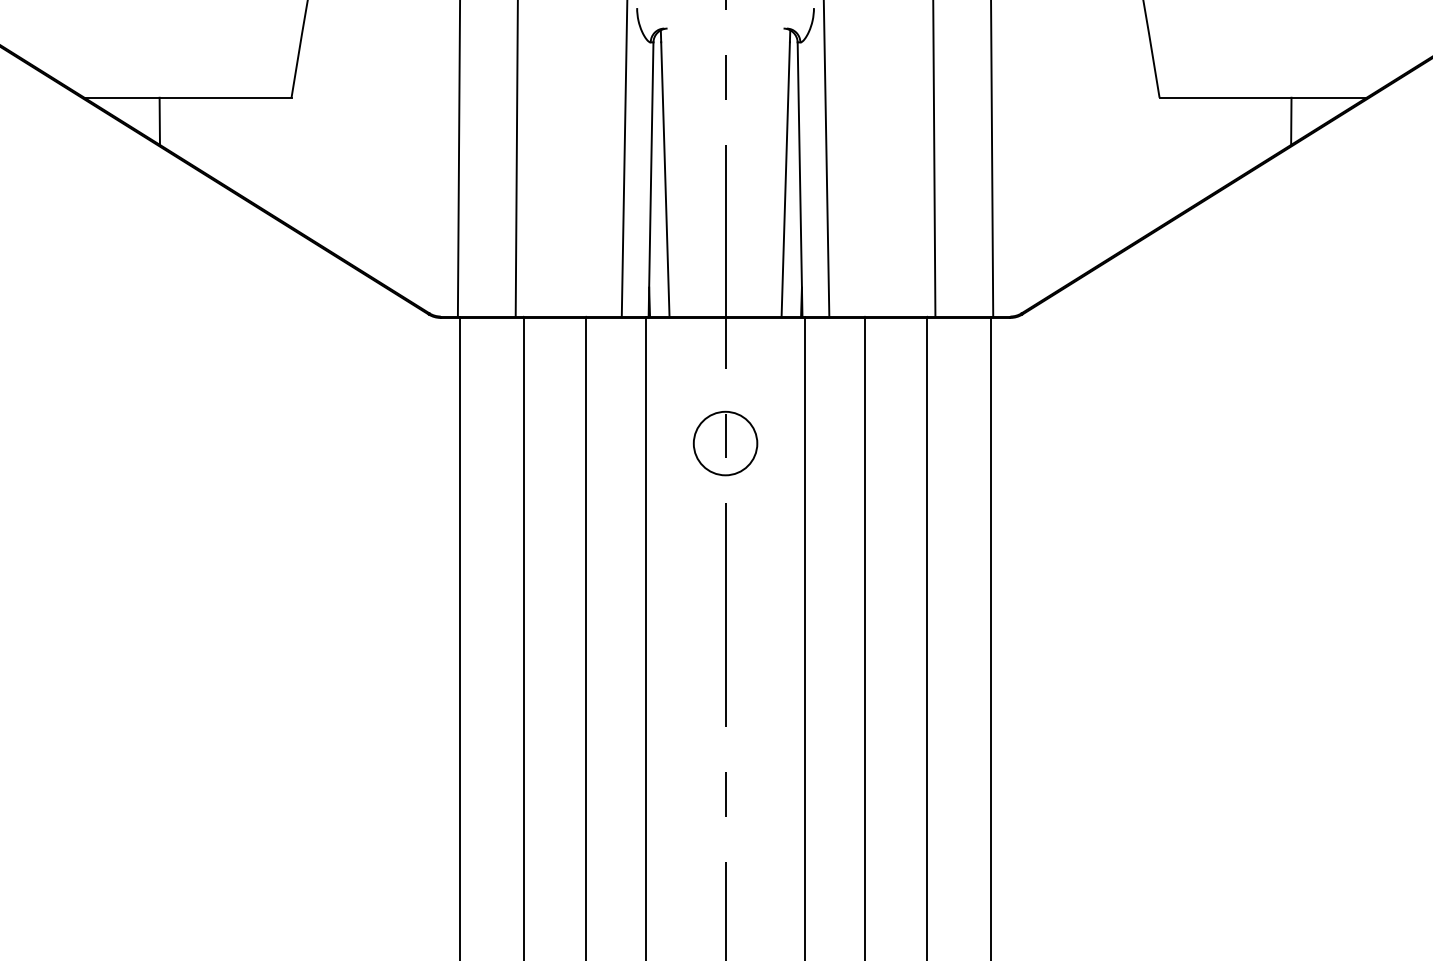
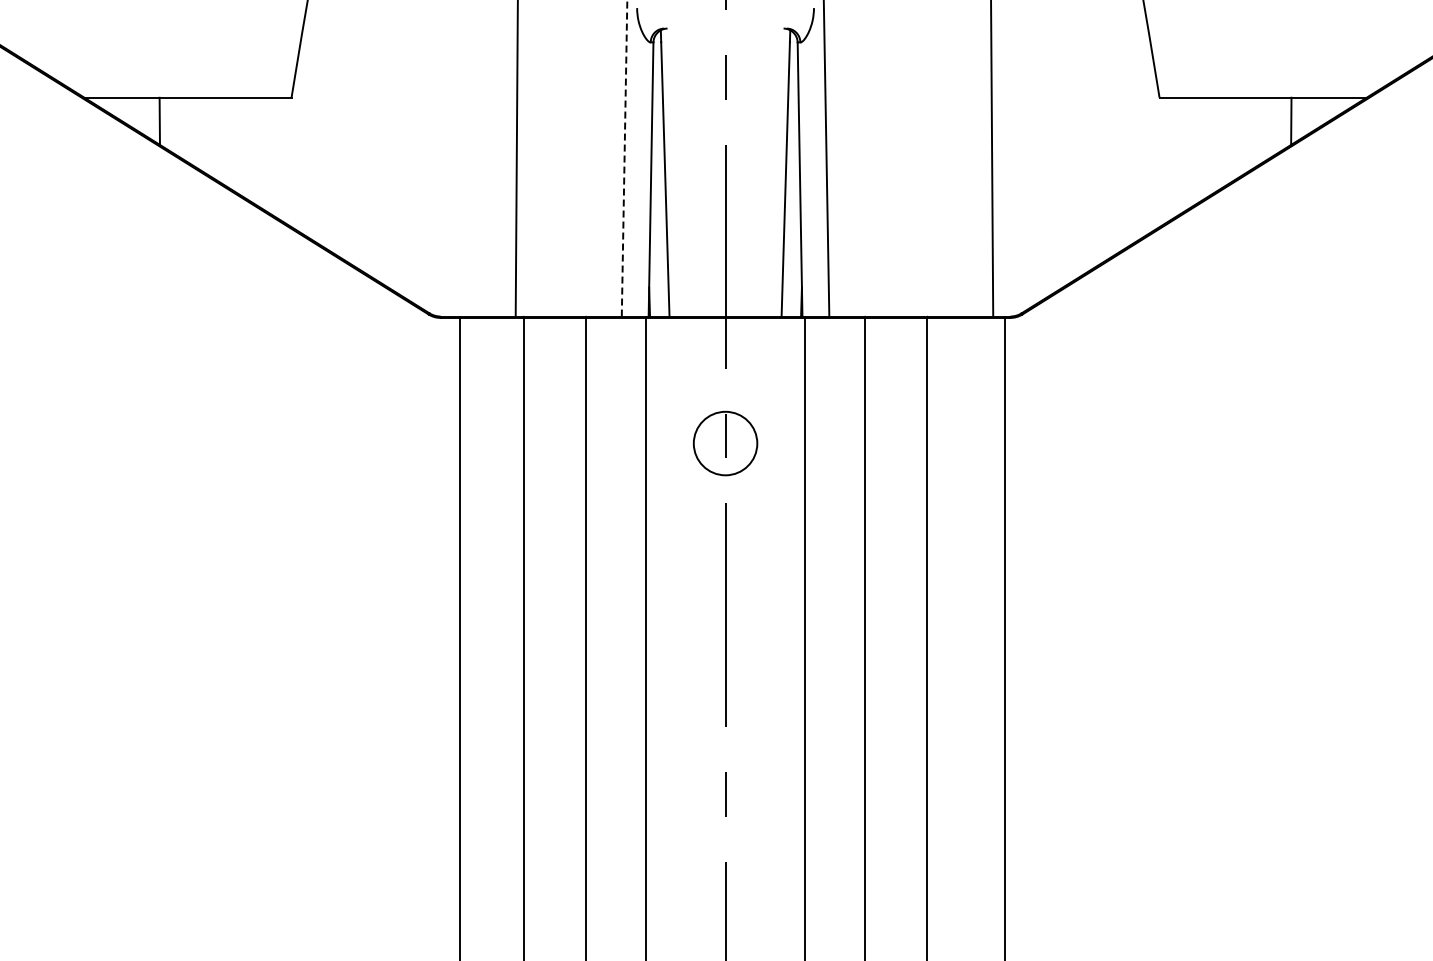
line at (624, 158): solid -> dashed
line at (458, 159): present -> none
line at (934, 159): present -> none
line at (990, 636) position: (990, 636) -> (1004, 636)
